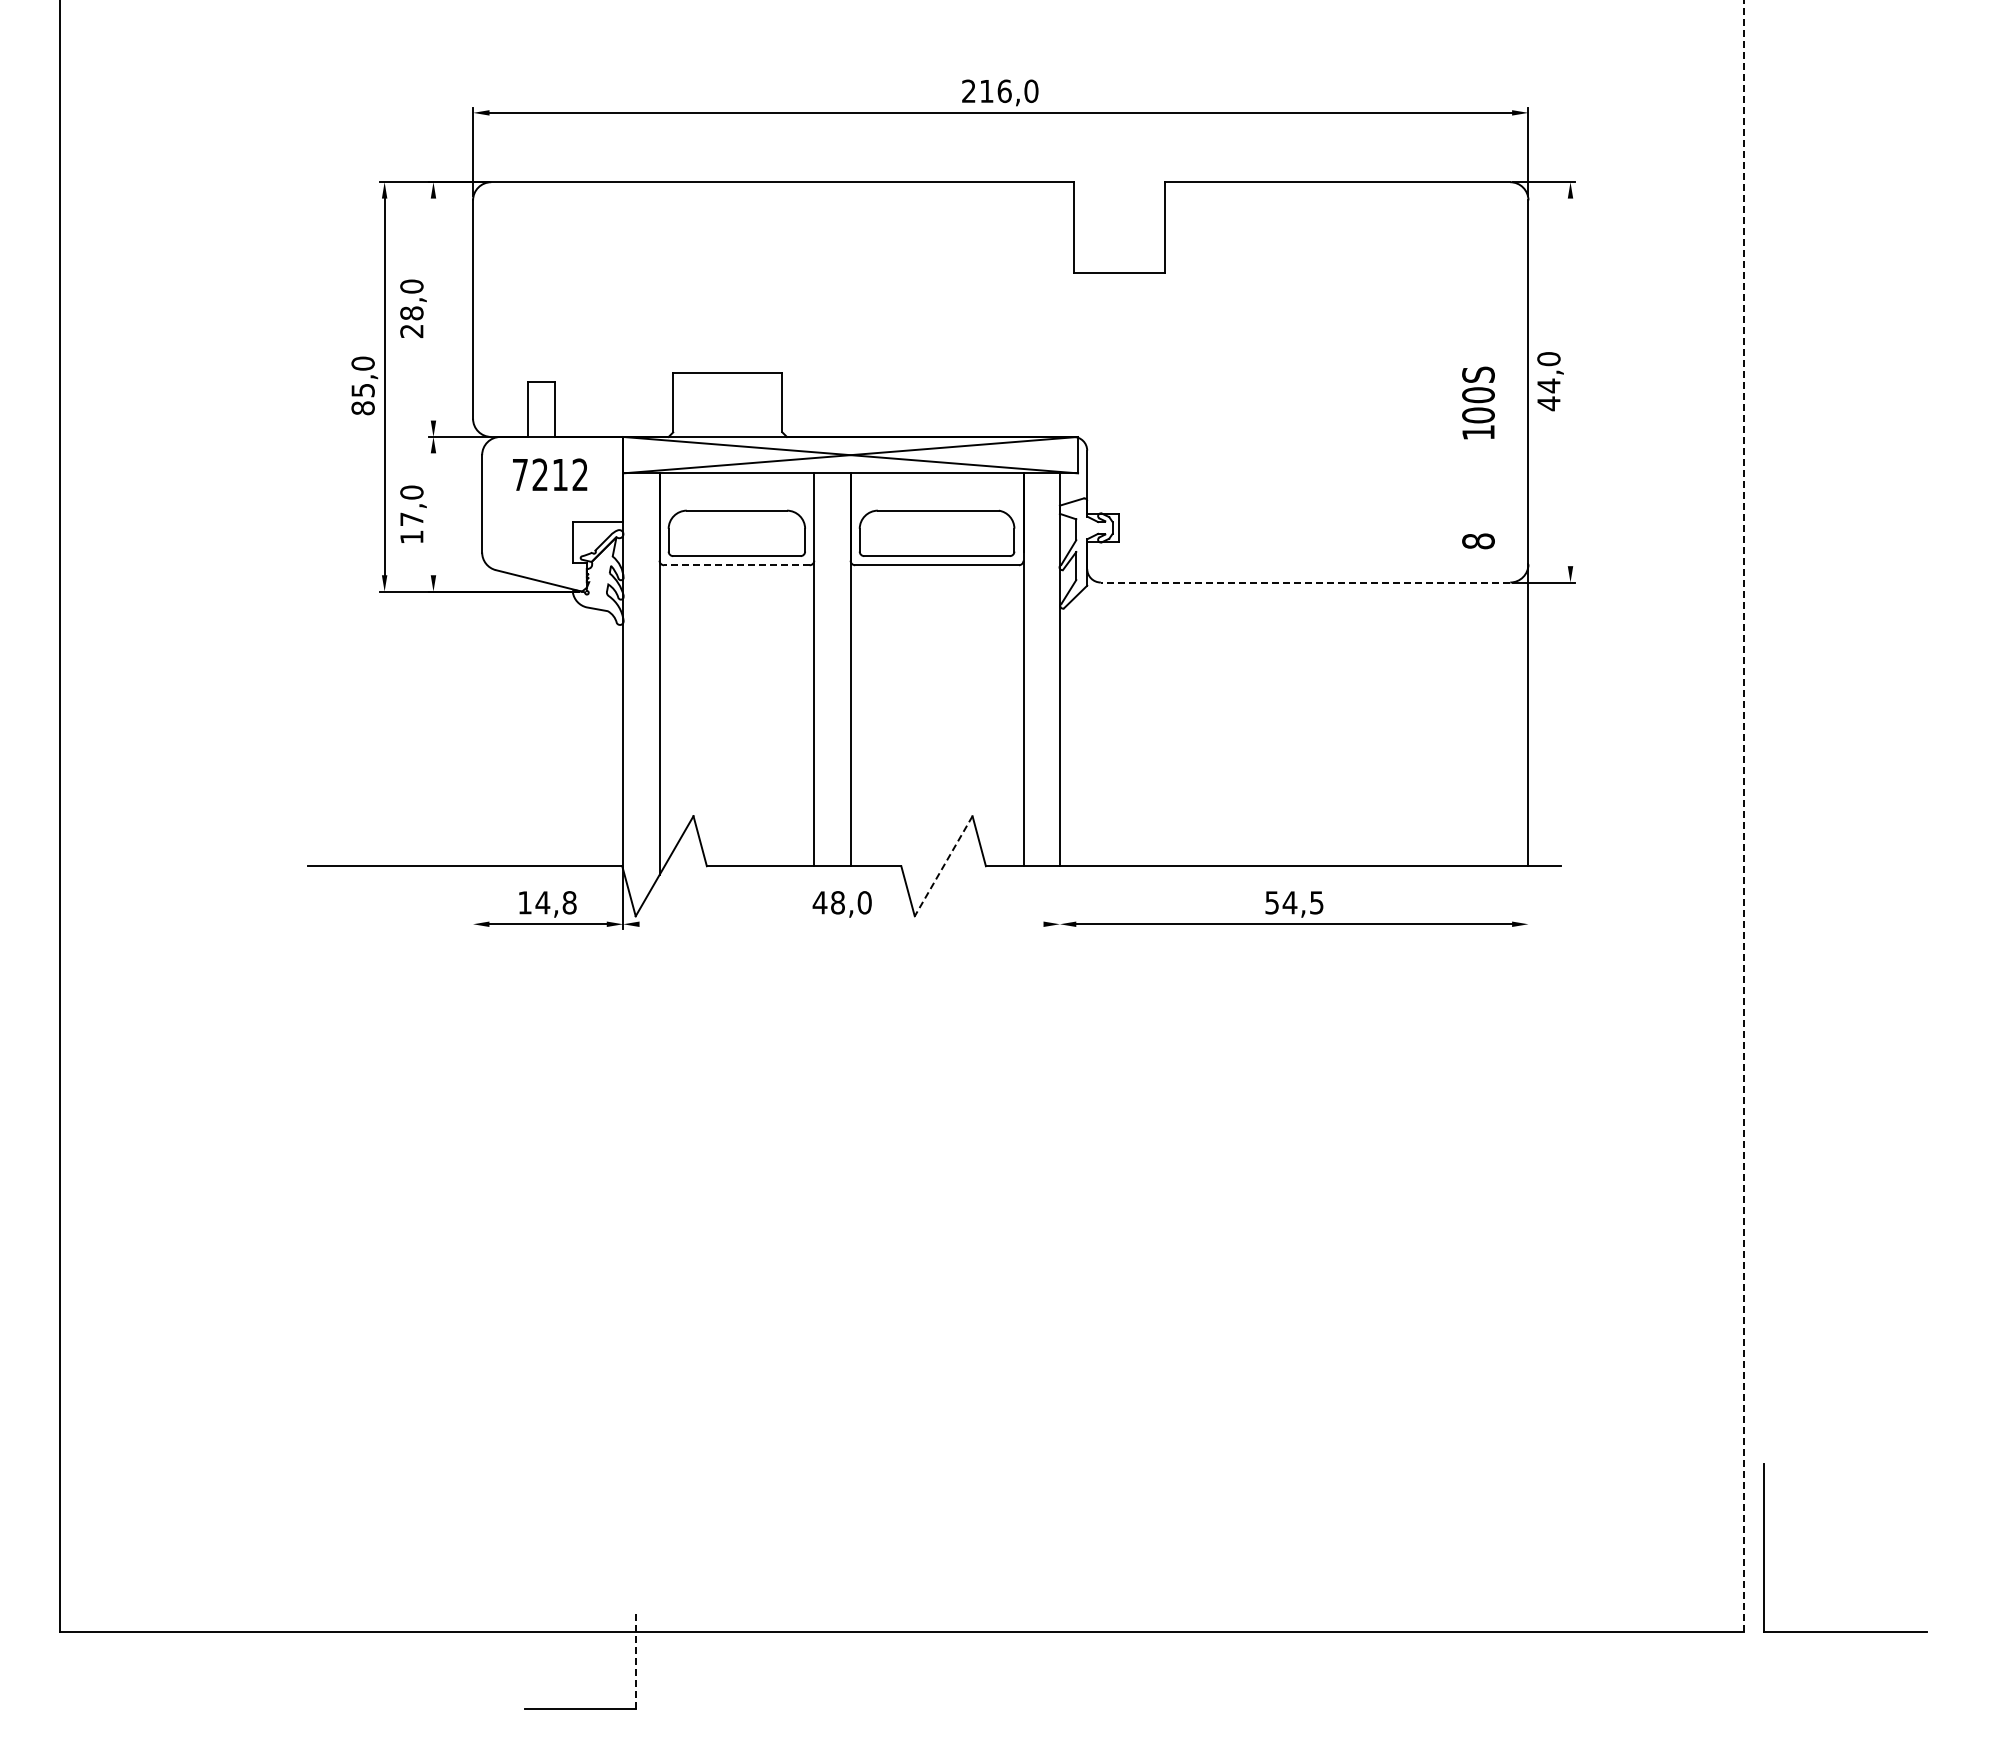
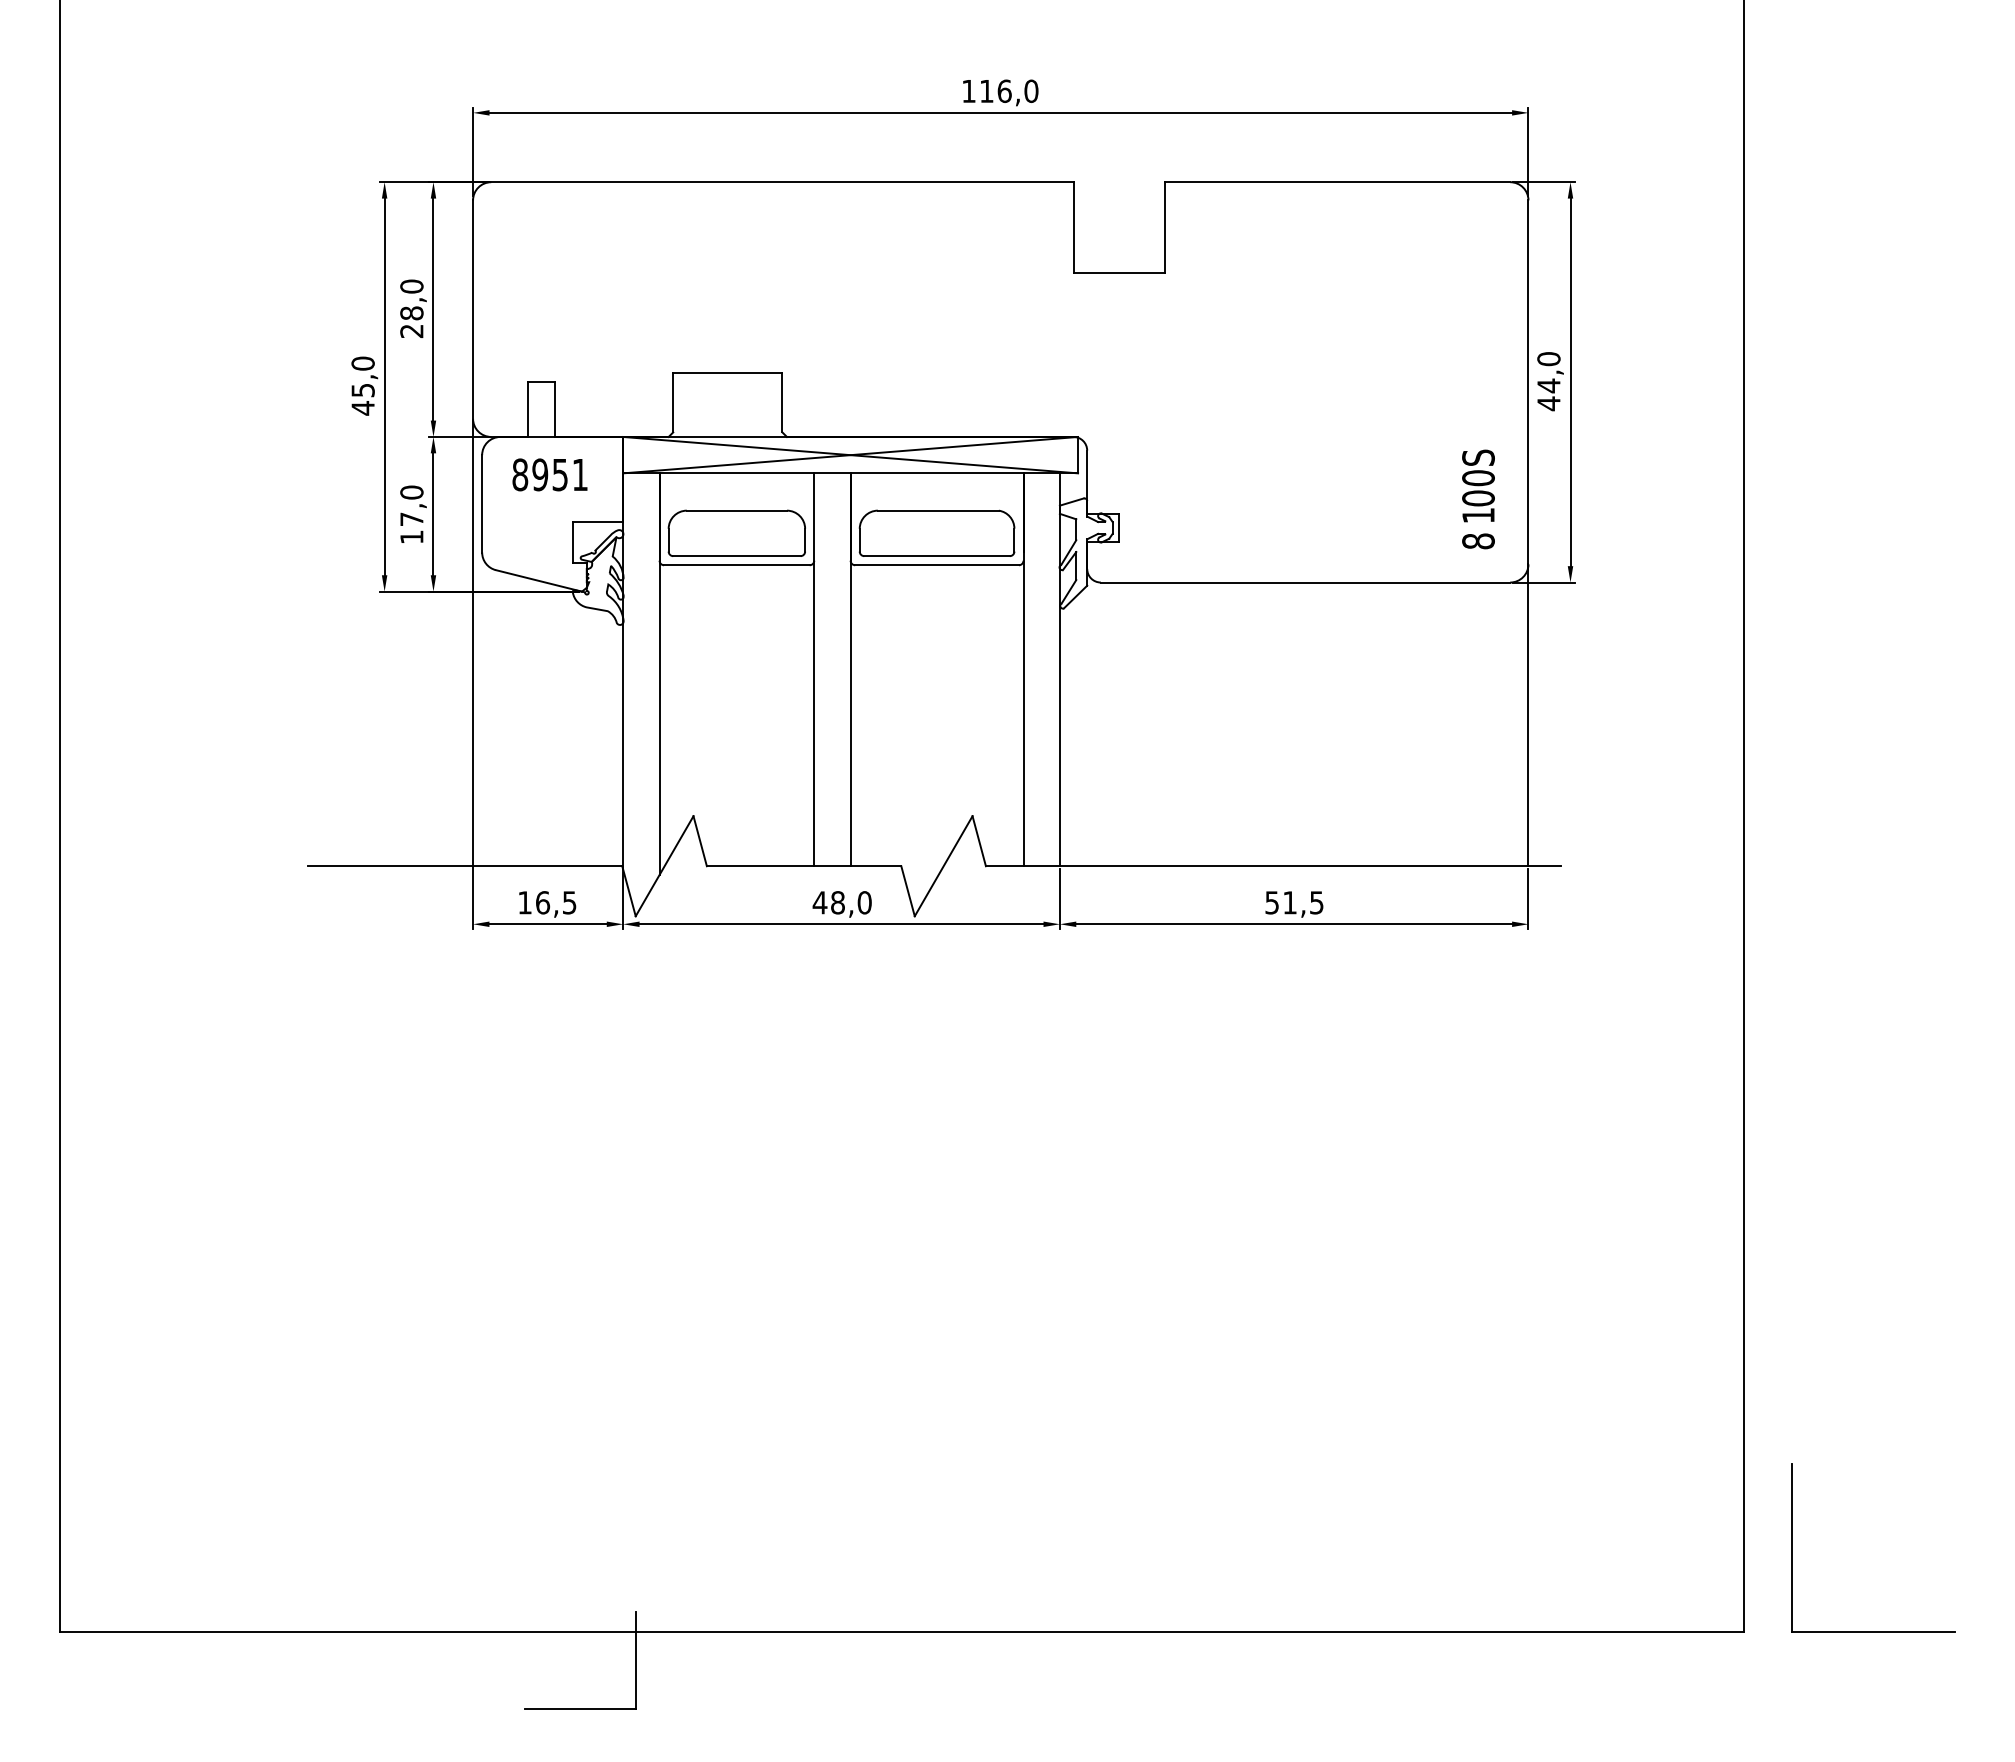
text at (968, 90): 216,0 -> 116,0
line at (433, 309): none -> present
line at (1570, 382): none -> present
text at (1478, 402) position: (1478, 402) -> (1478, 485)
text at (362, 408): 85,0 -> 45,0
text at (549, 474): 7212 -> 8951
line at (433, 514): none -> present
line at (736, 565): dashed -> solid
line at (1305, 582): dashed -> solid
line at (473, 674): none -> present
line at (1743, 815): dashed -> solid
line at (943, 866): dashed -> solid
line at (1059, 898): none -> present
line at (1528, 898): none -> present
text at (555, 902): 14,8 -> 16,5
text at (1289, 902): 54,5 -> 51,5
line at (841, 924): none -> present
part at (1764, 1547) position: (1764, 1547) -> (1792, 1547)
line at (635, 1660): dashed -> solid
